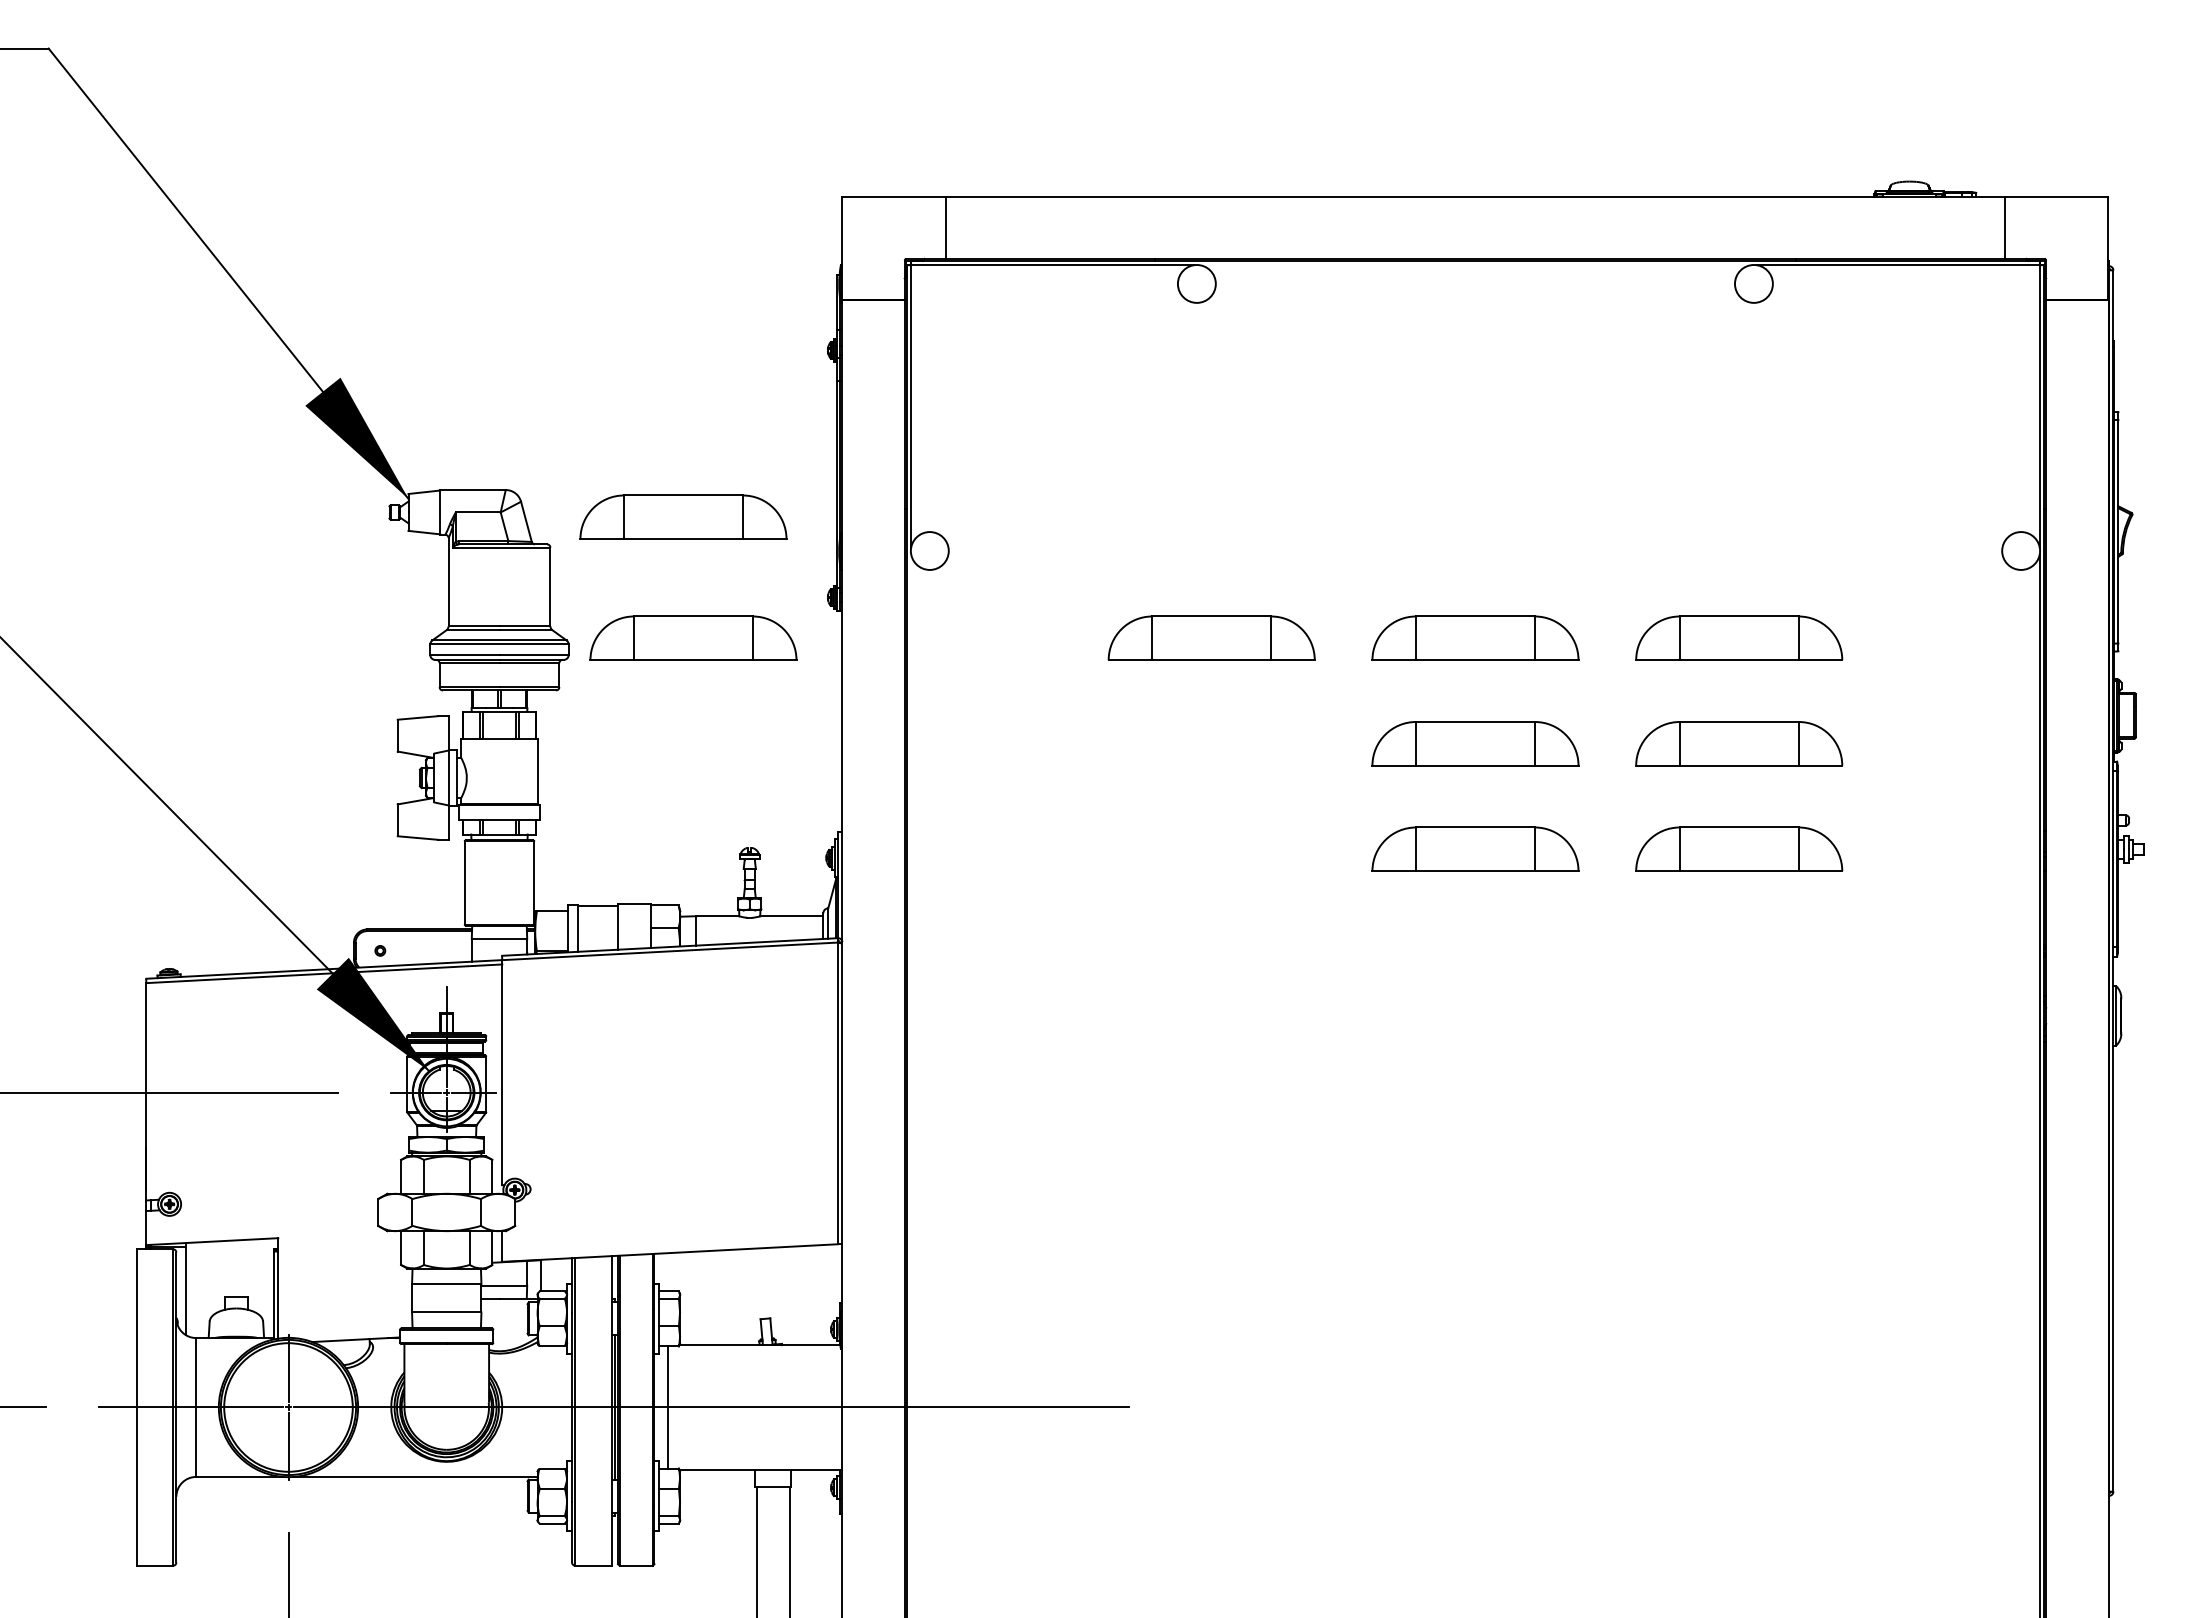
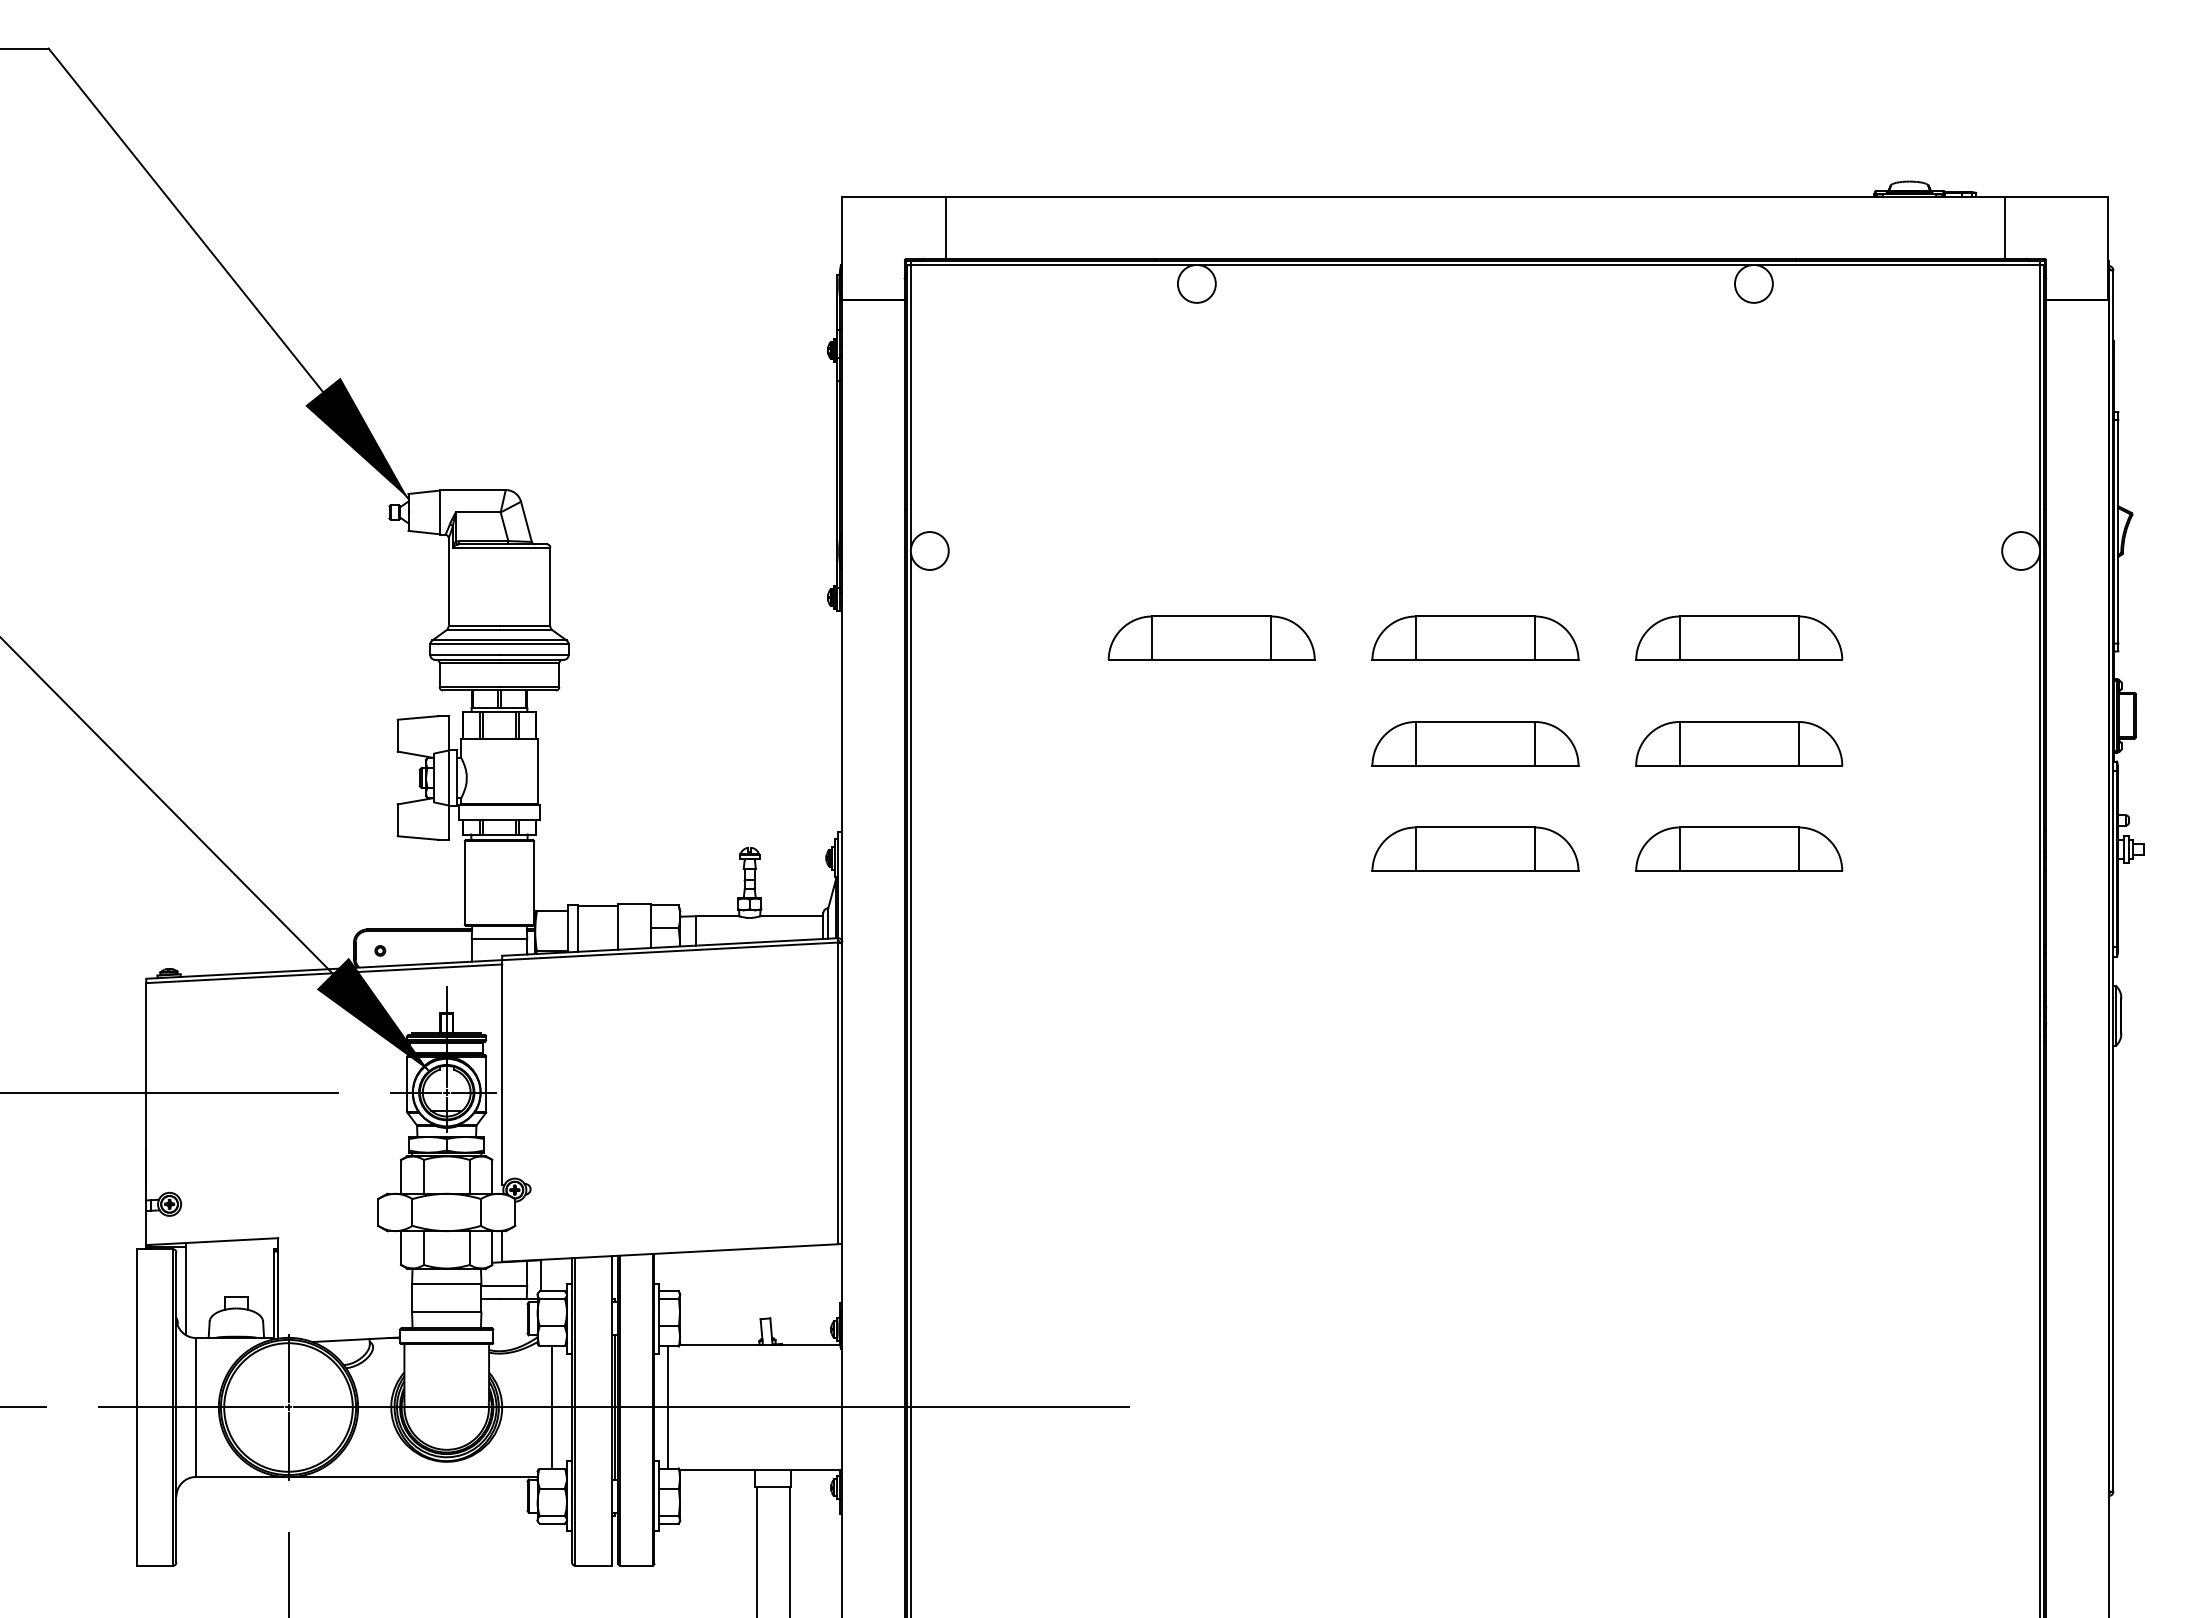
line at (1474, 265): none -> present
part at (683, 516): present -> none
part at (693, 637): present -> none
line at (911, 1083): none -> present
line at (552, 1407): none -> present
